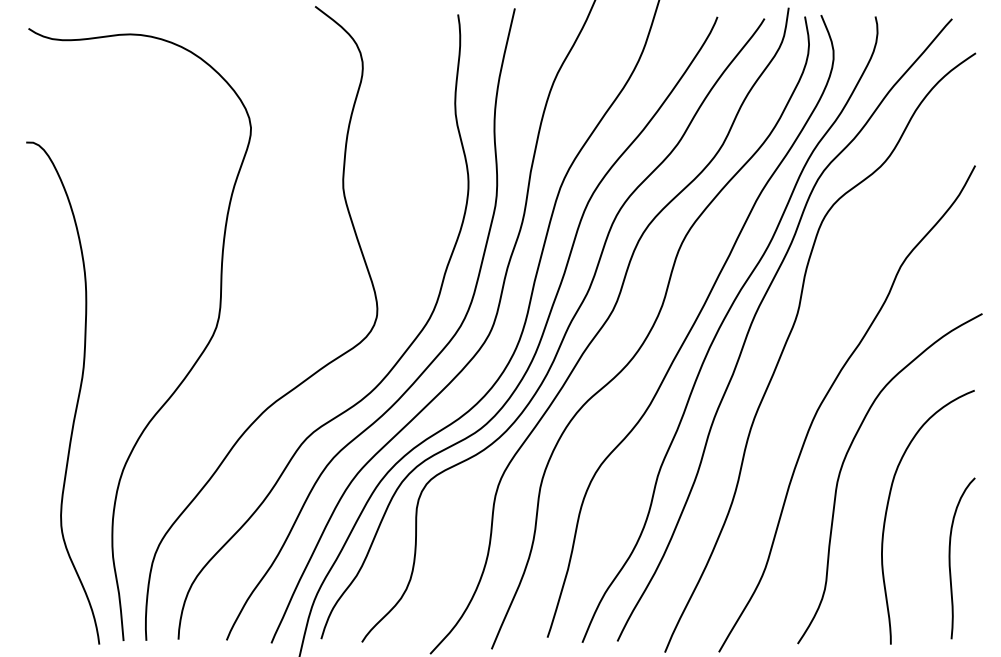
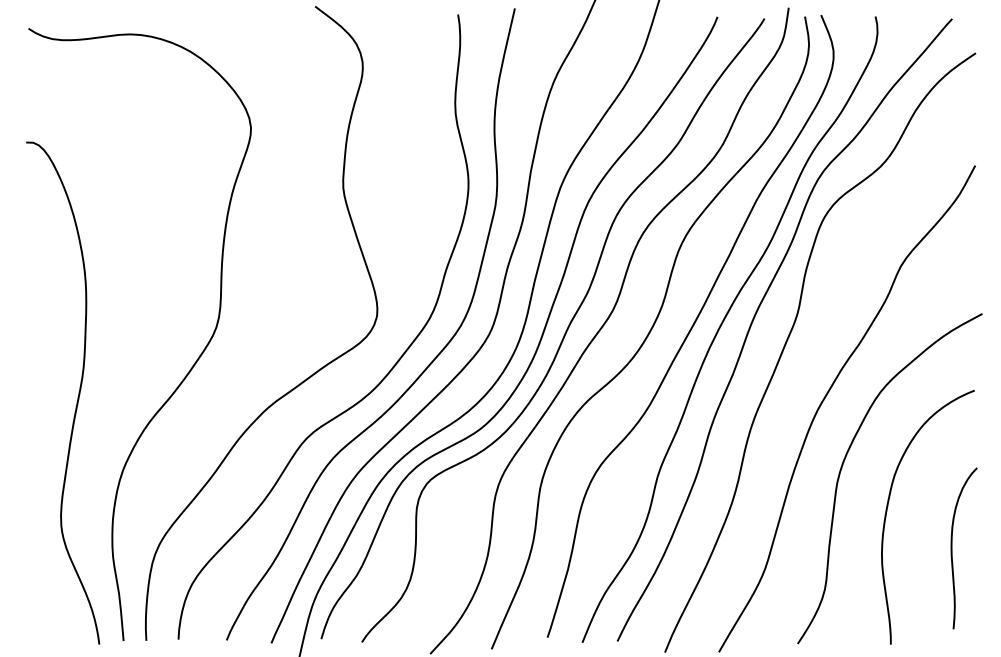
curve at (950, 558) position: (950, 558) -> (952, 548)
